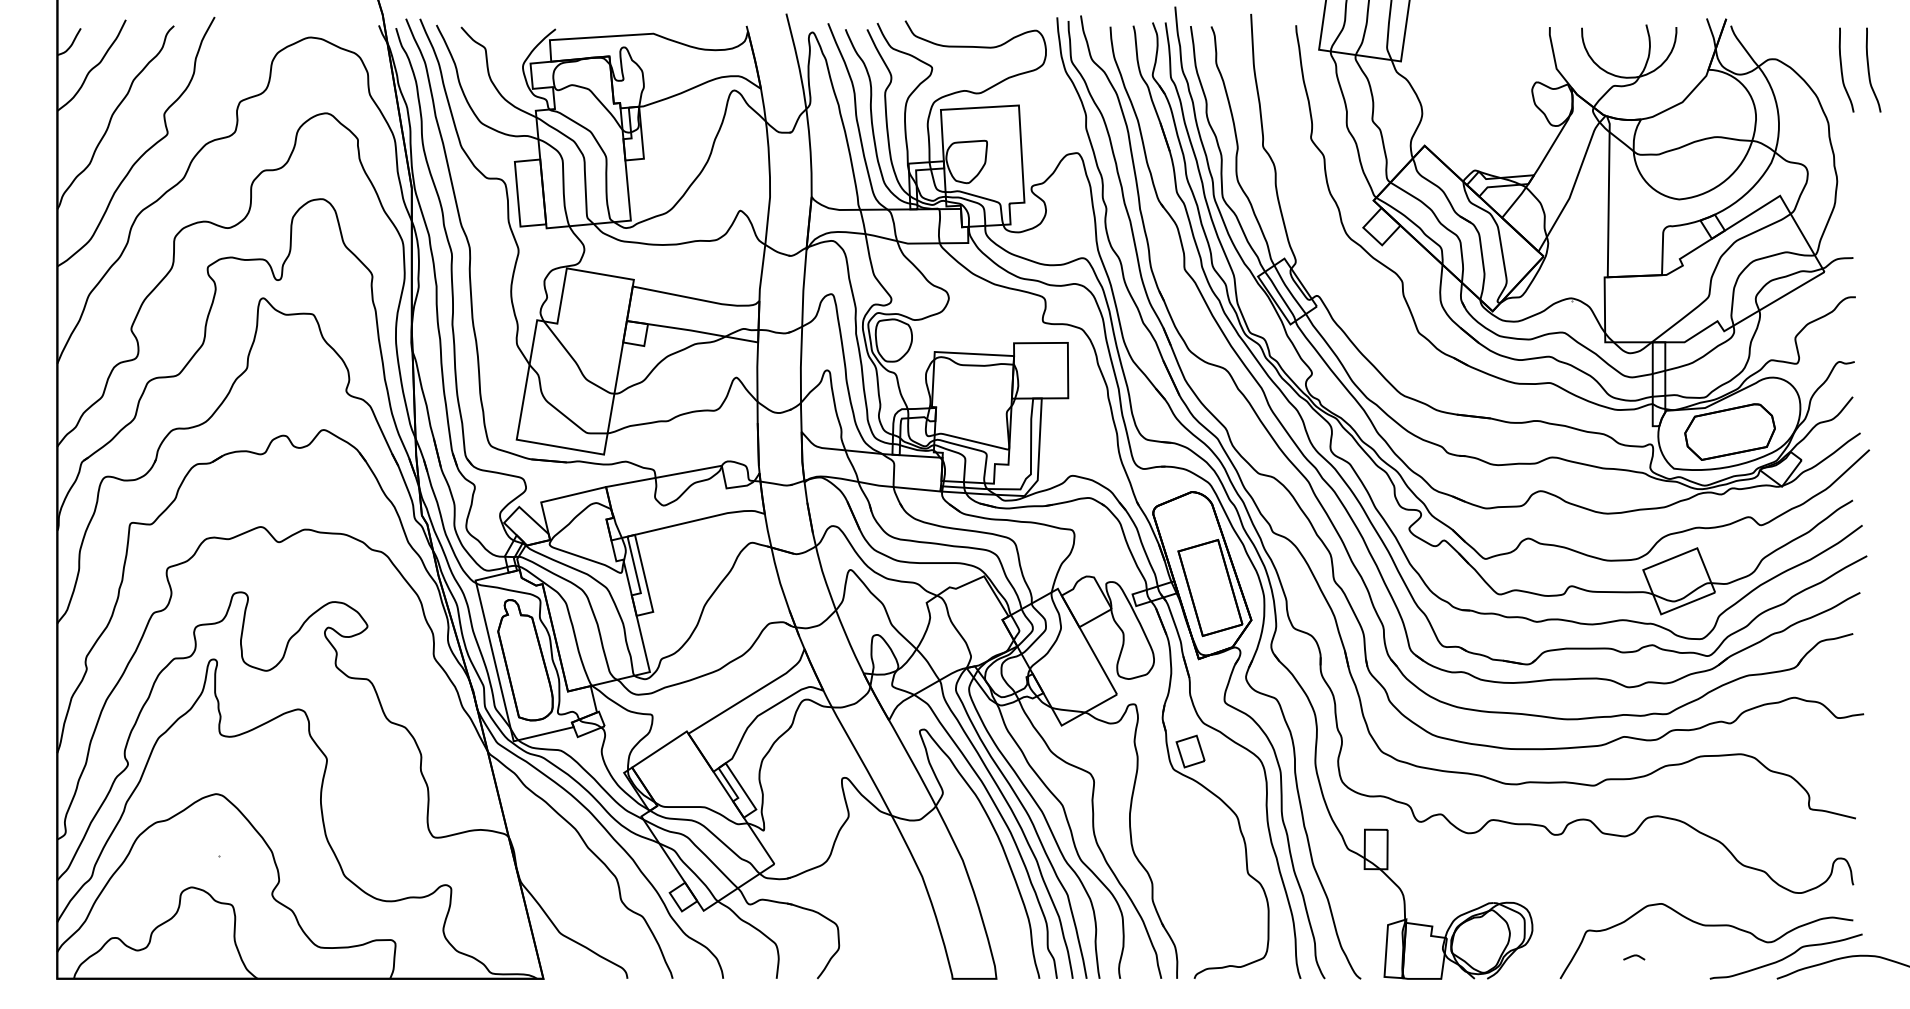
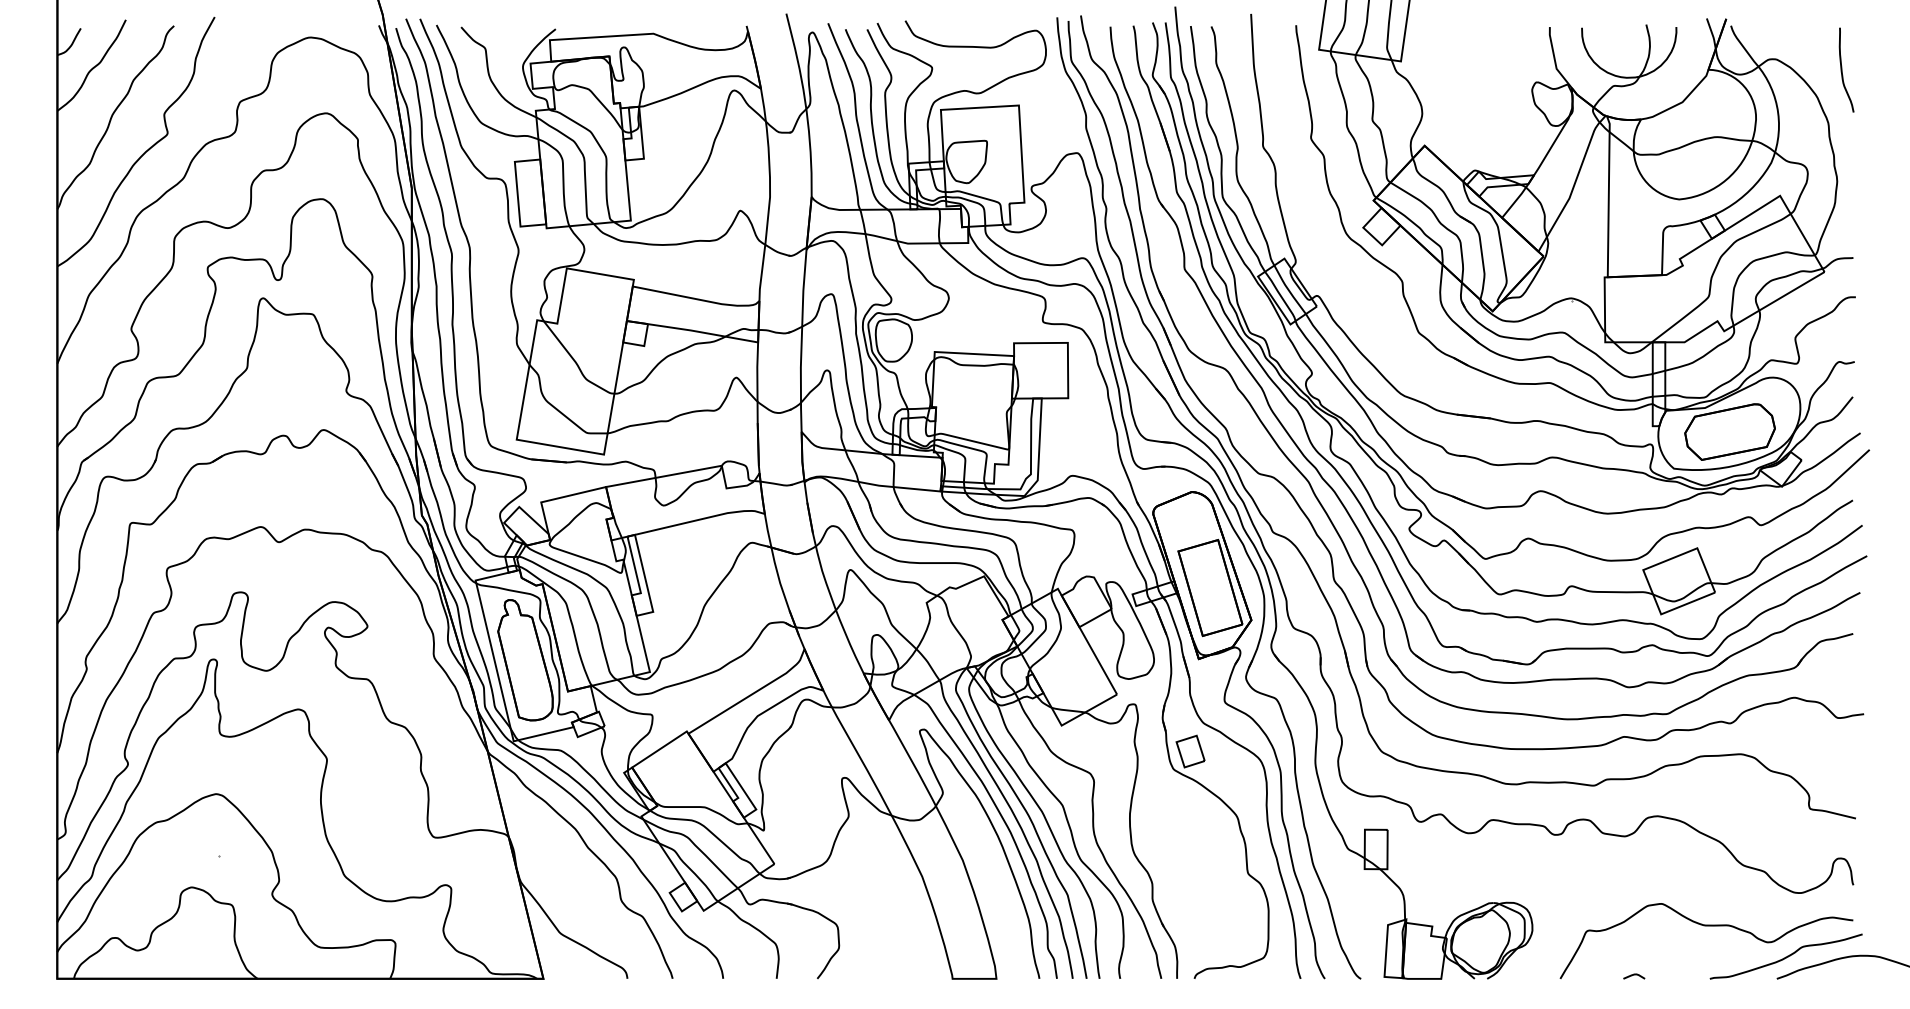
curve at (1869, 69): present -> none
curve at (1634, 956) position: (1634, 956) -> (1634, 975)
